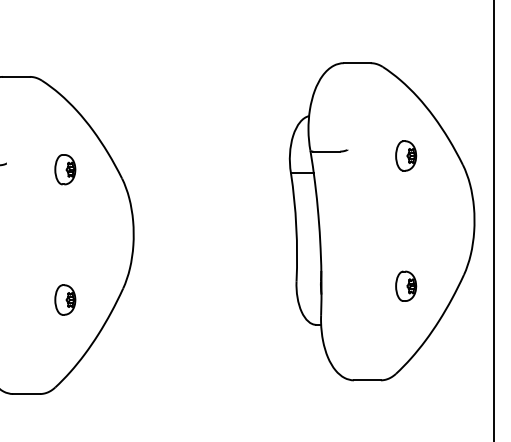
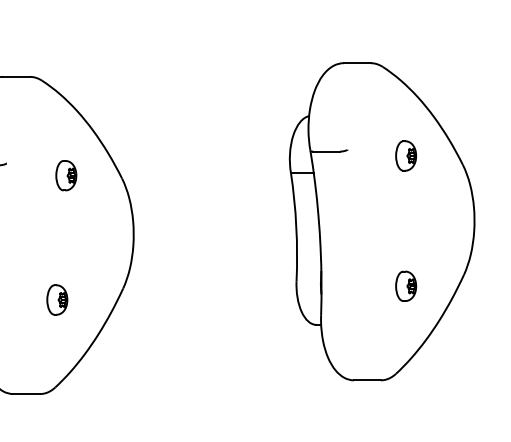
part at (65, 169) position: (65, 169) -> (66, 175)
line at (493, 220): present -> none
part at (65, 299) position: (65, 299) -> (57, 299)
